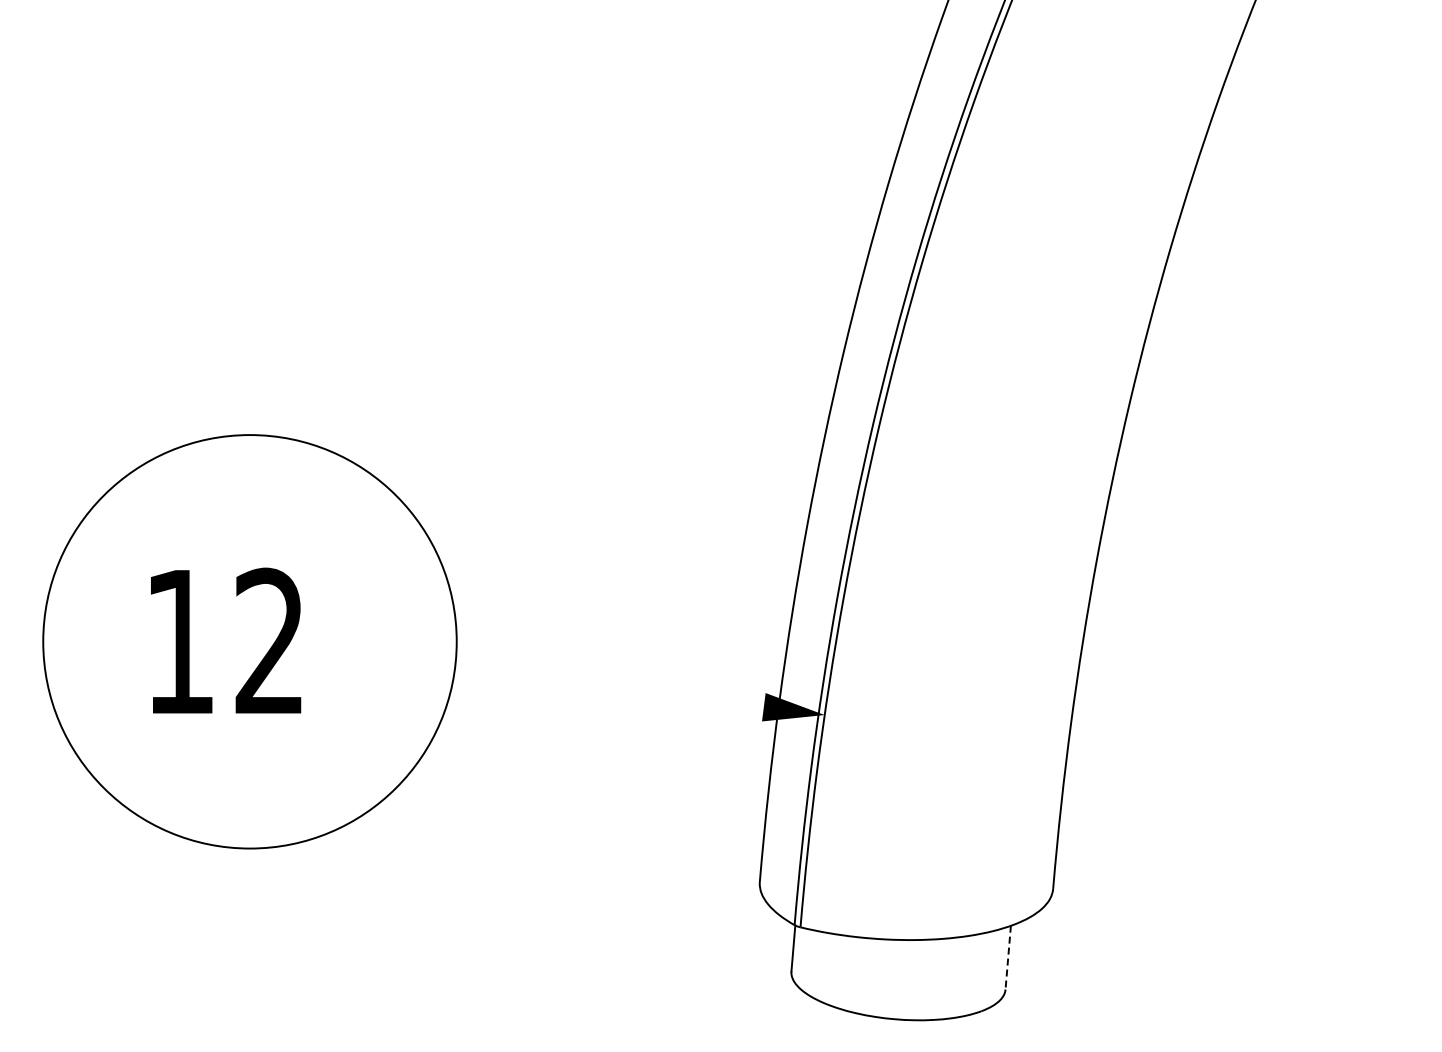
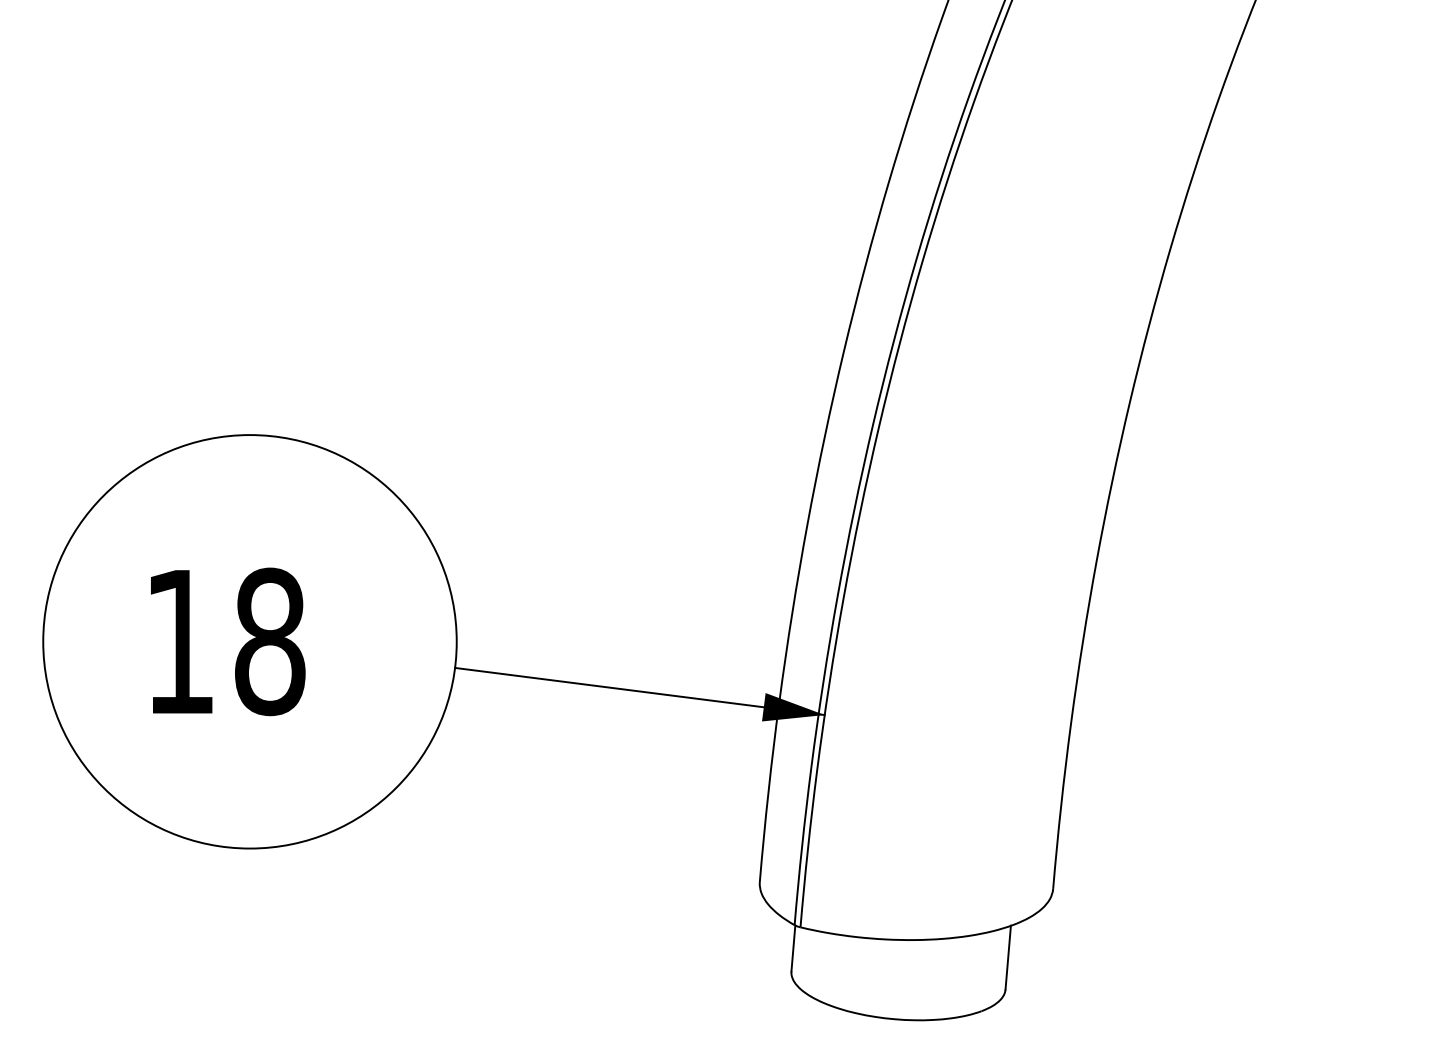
text at (270, 641): 12 -> 18
line at (639, 691): none -> present
line at (1008, 958): dashed -> solid
